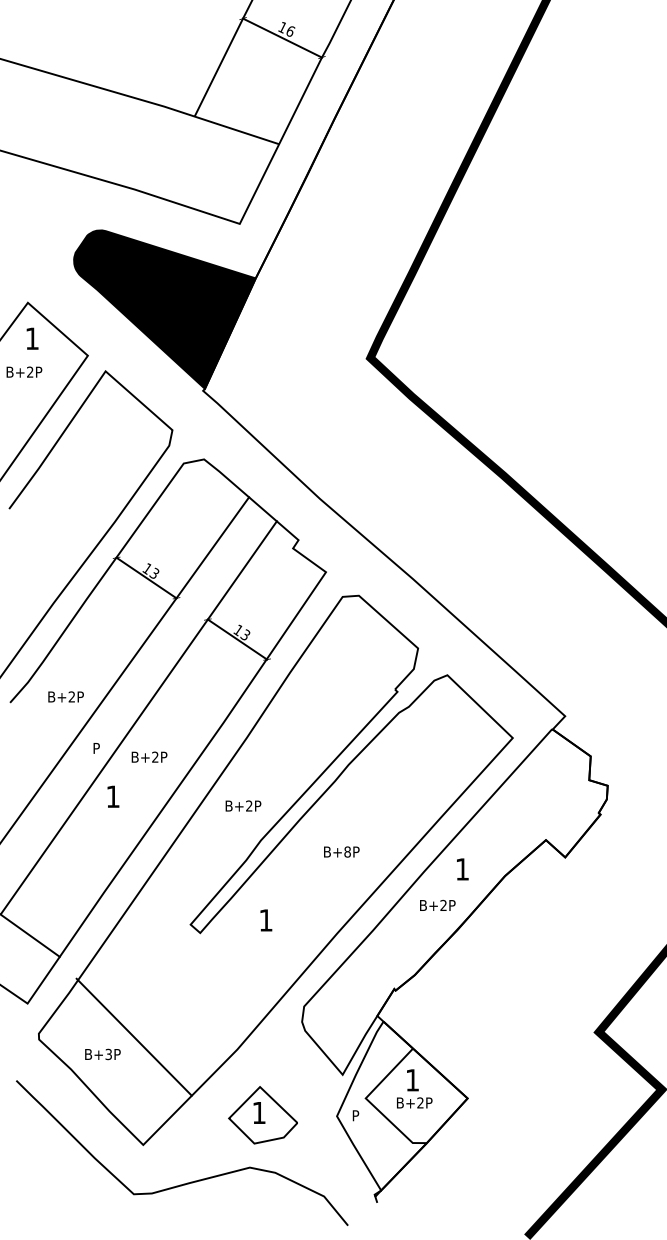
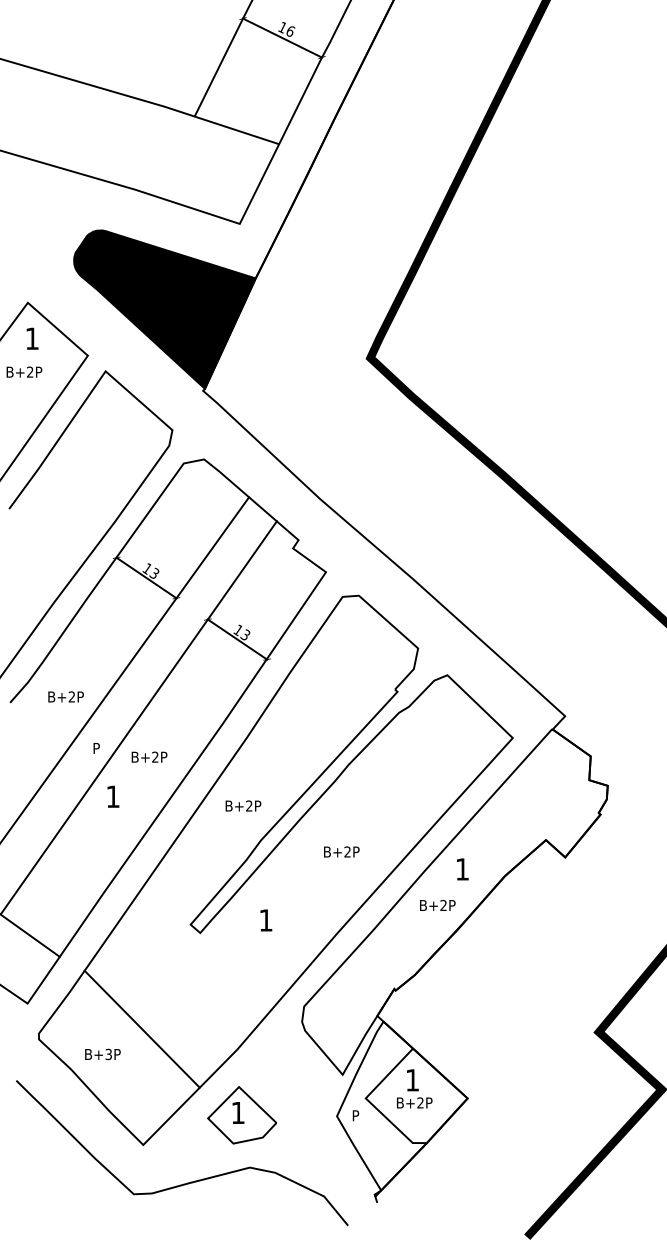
text at (347, 851): B+8P -> B+2P
line at (133, 1036) position: (133, 1036) -> (141, 1028)
part at (262, 1115) position: (262, 1115) -> (241, 1115)
